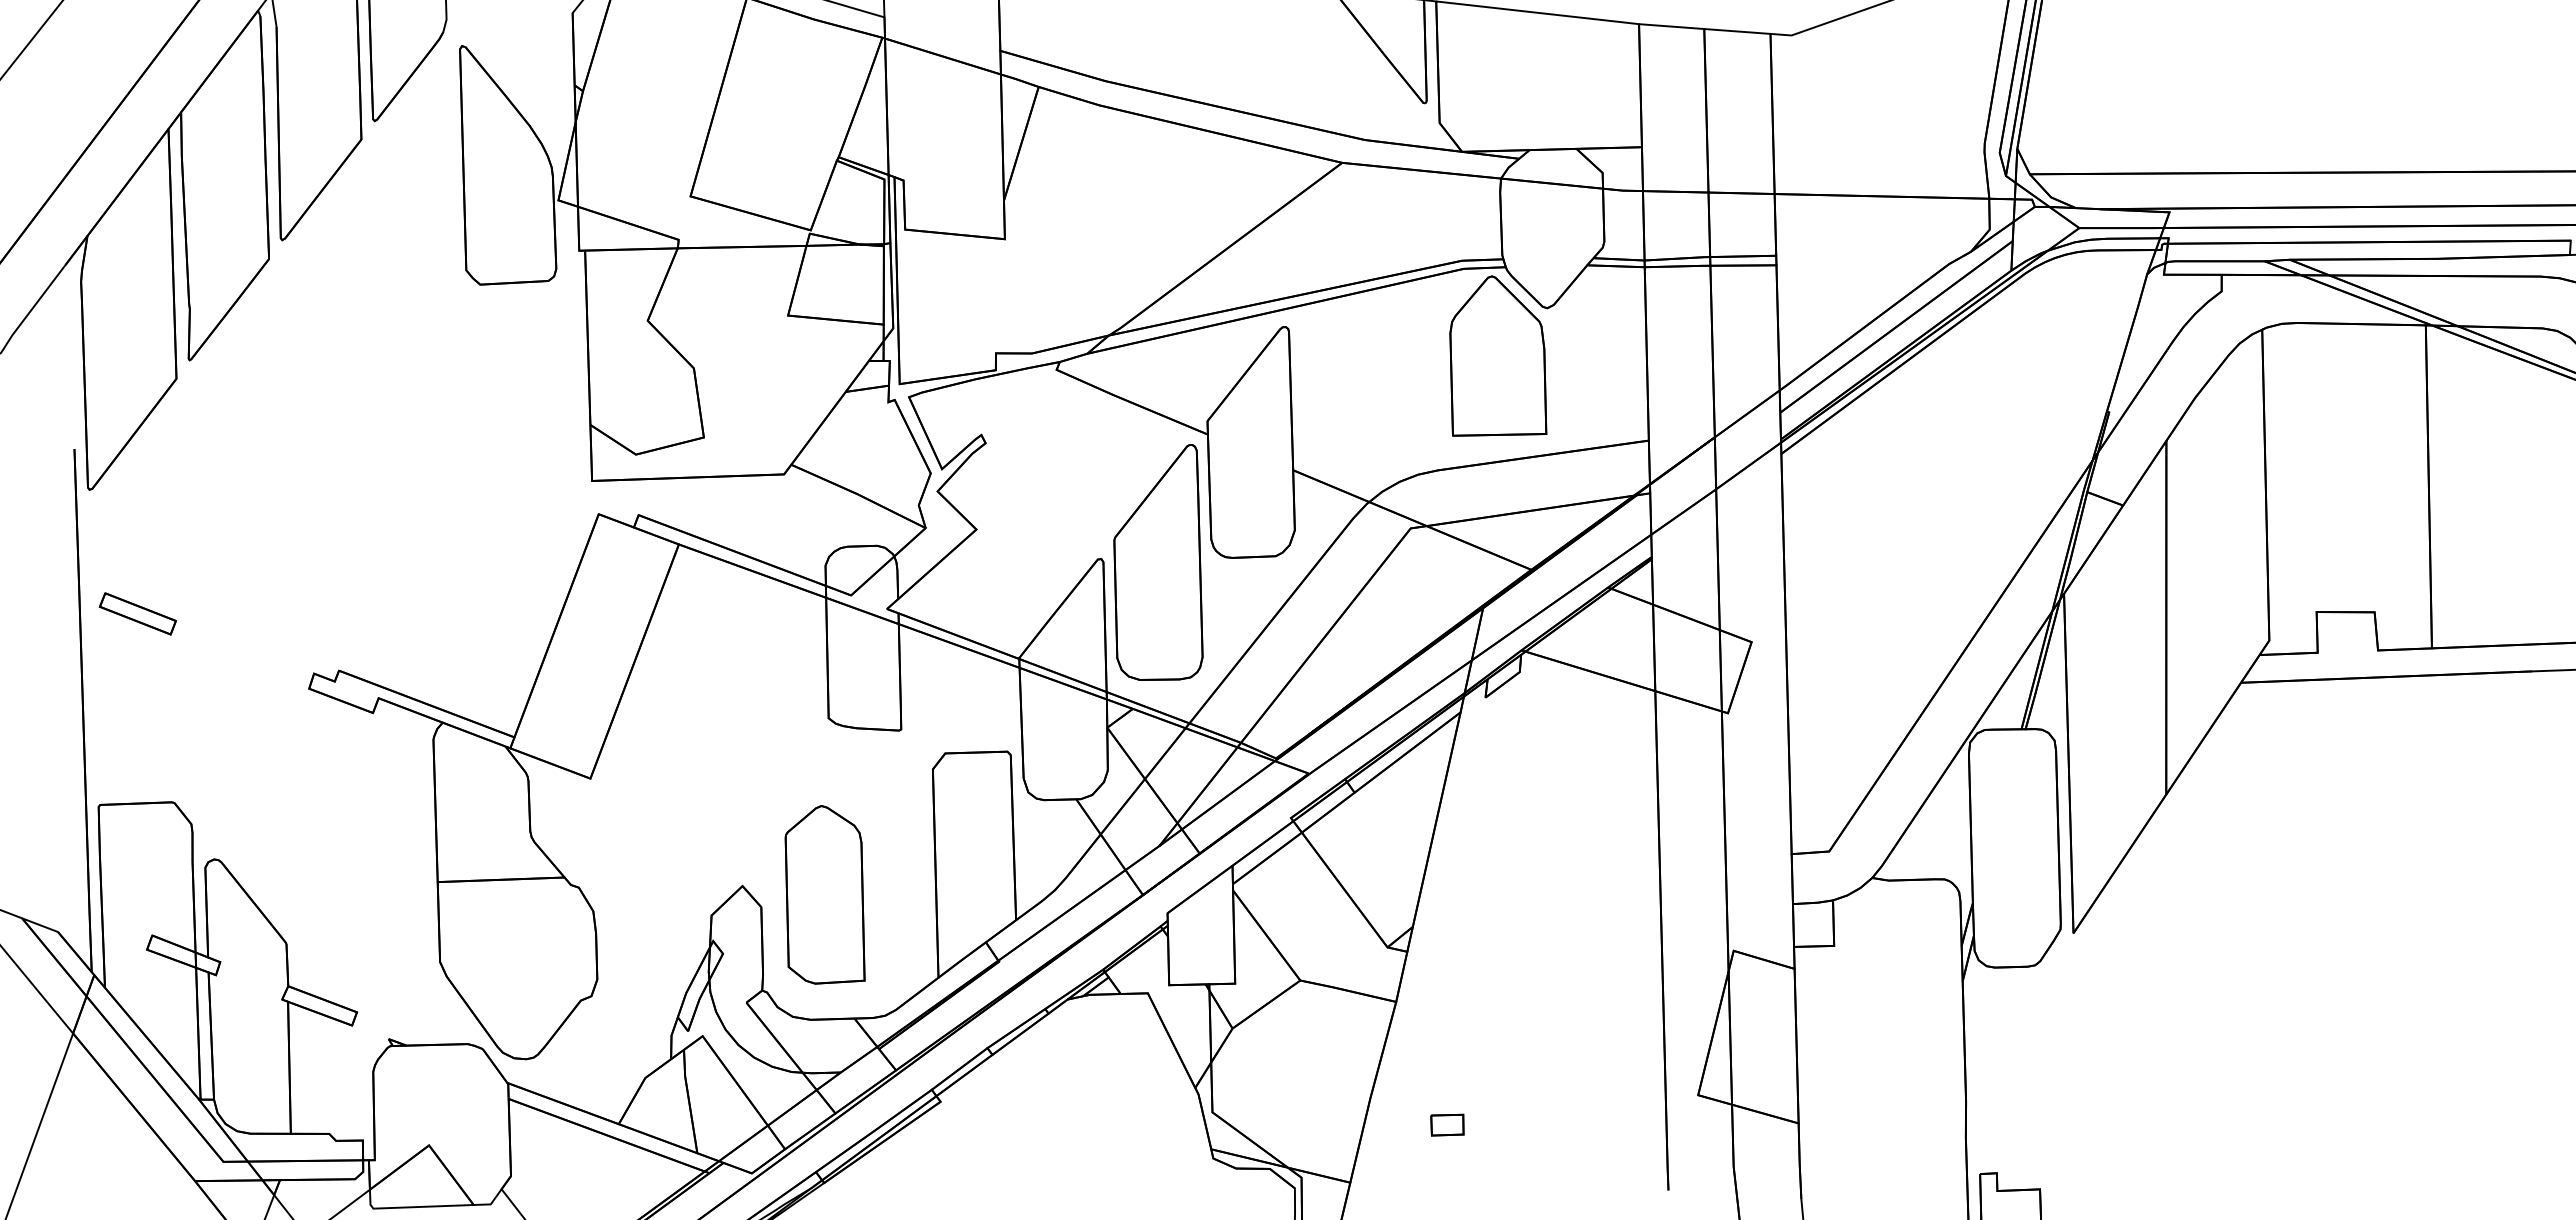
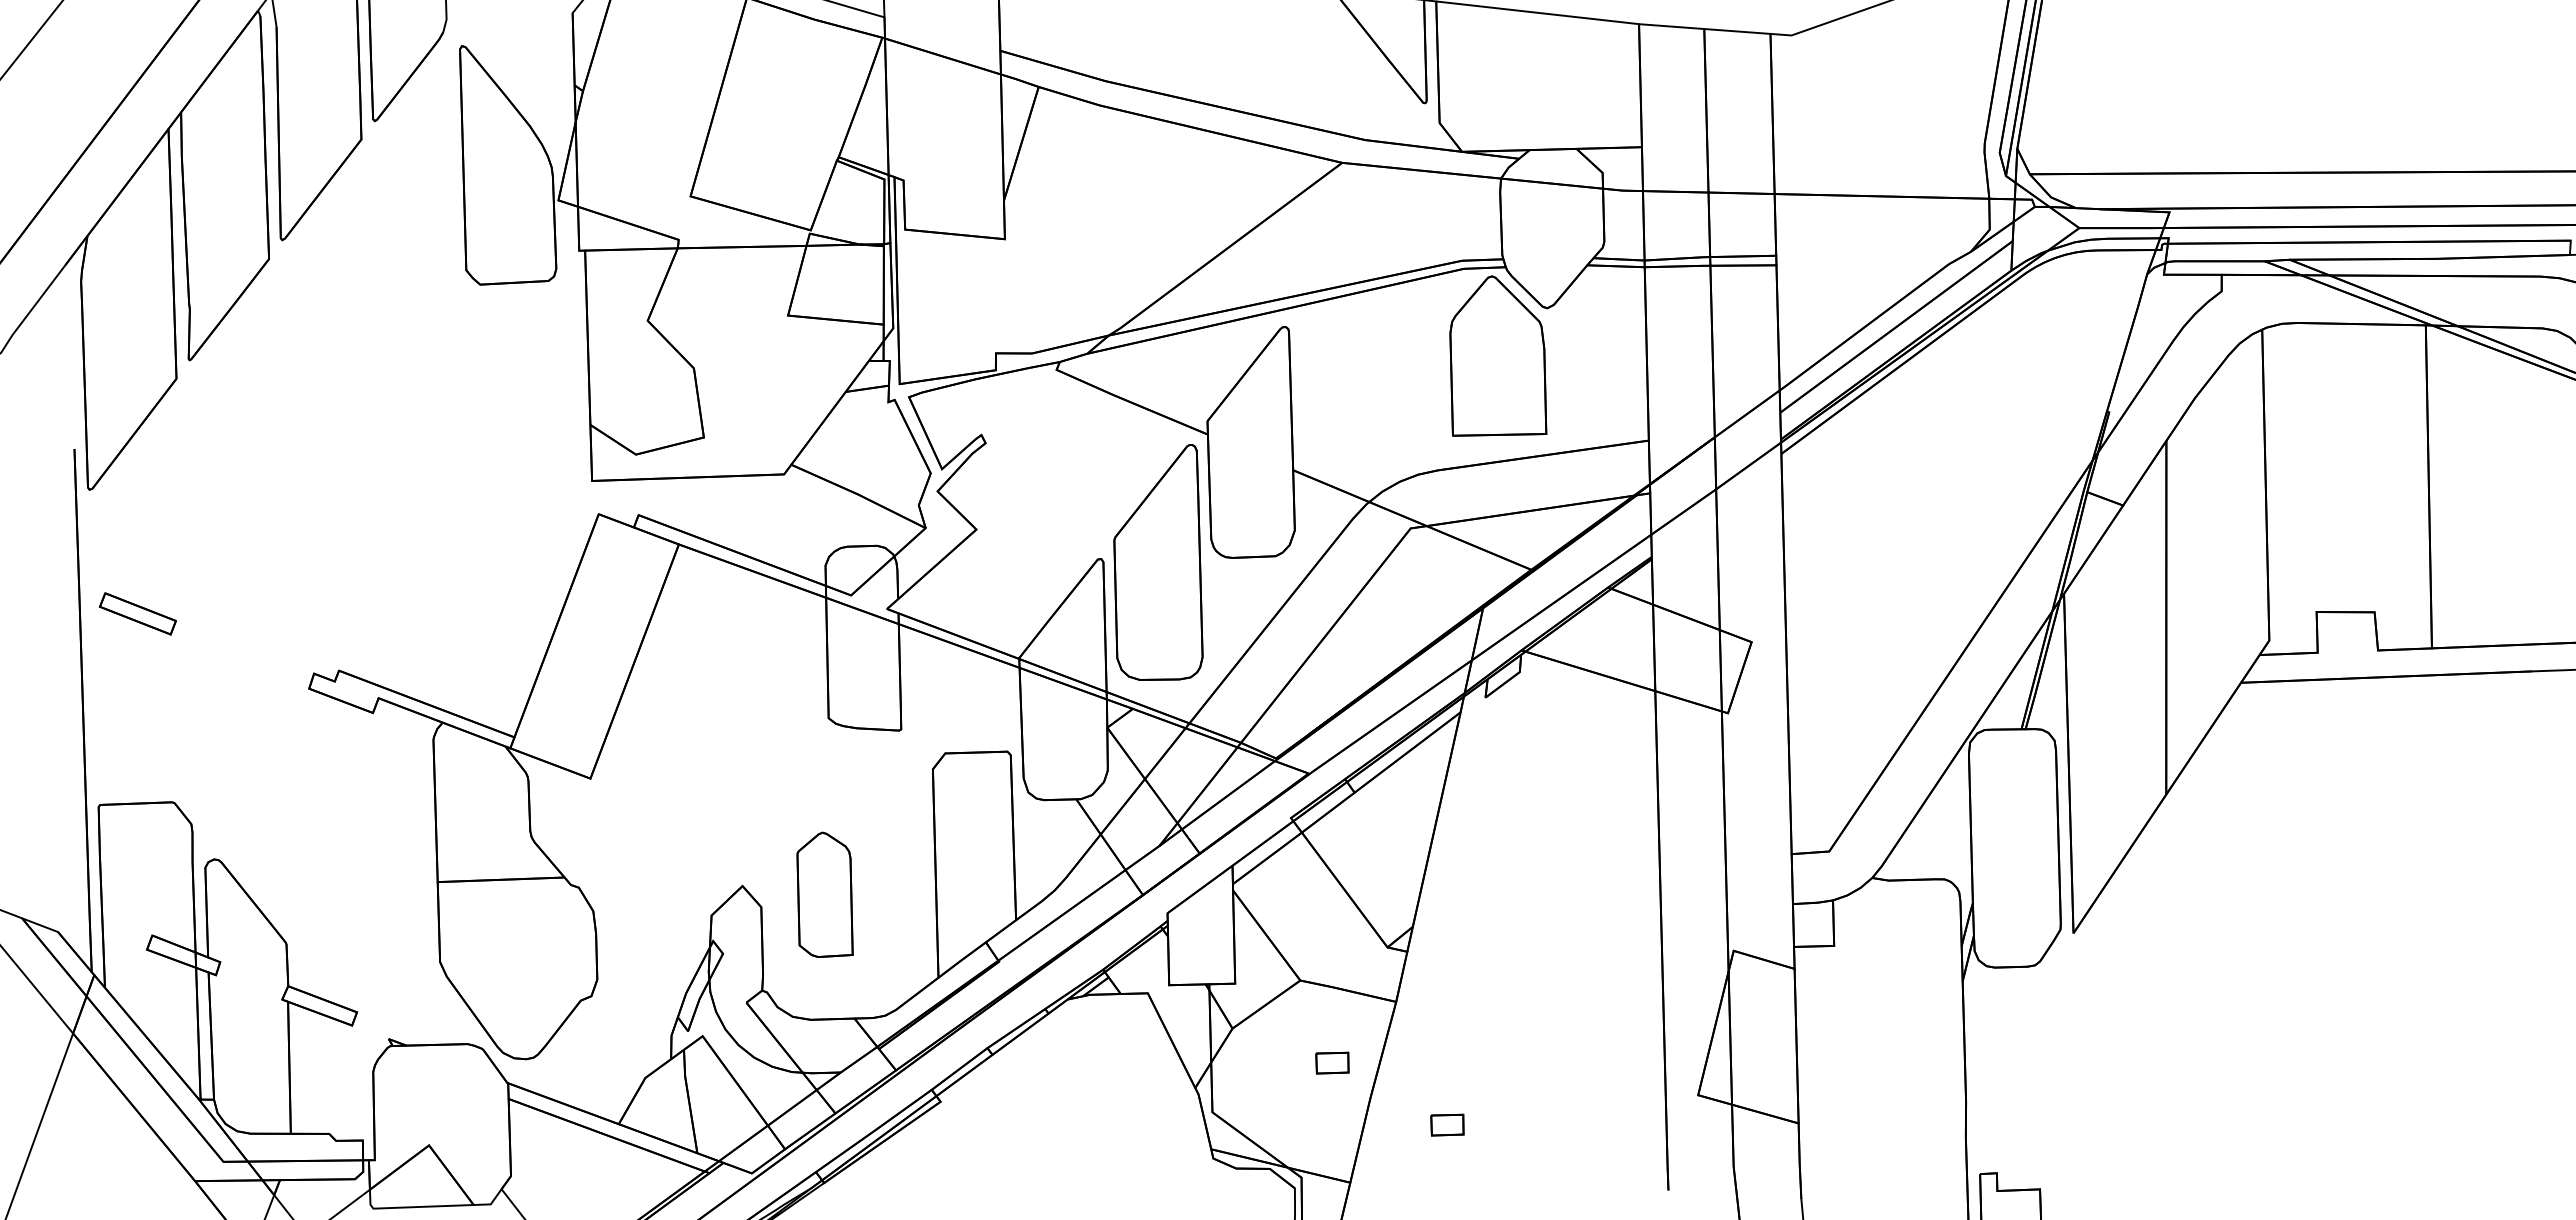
part at (824, 894) size: 82x180 px -> 58x127 px
part at (1332, 1062): none -> present
